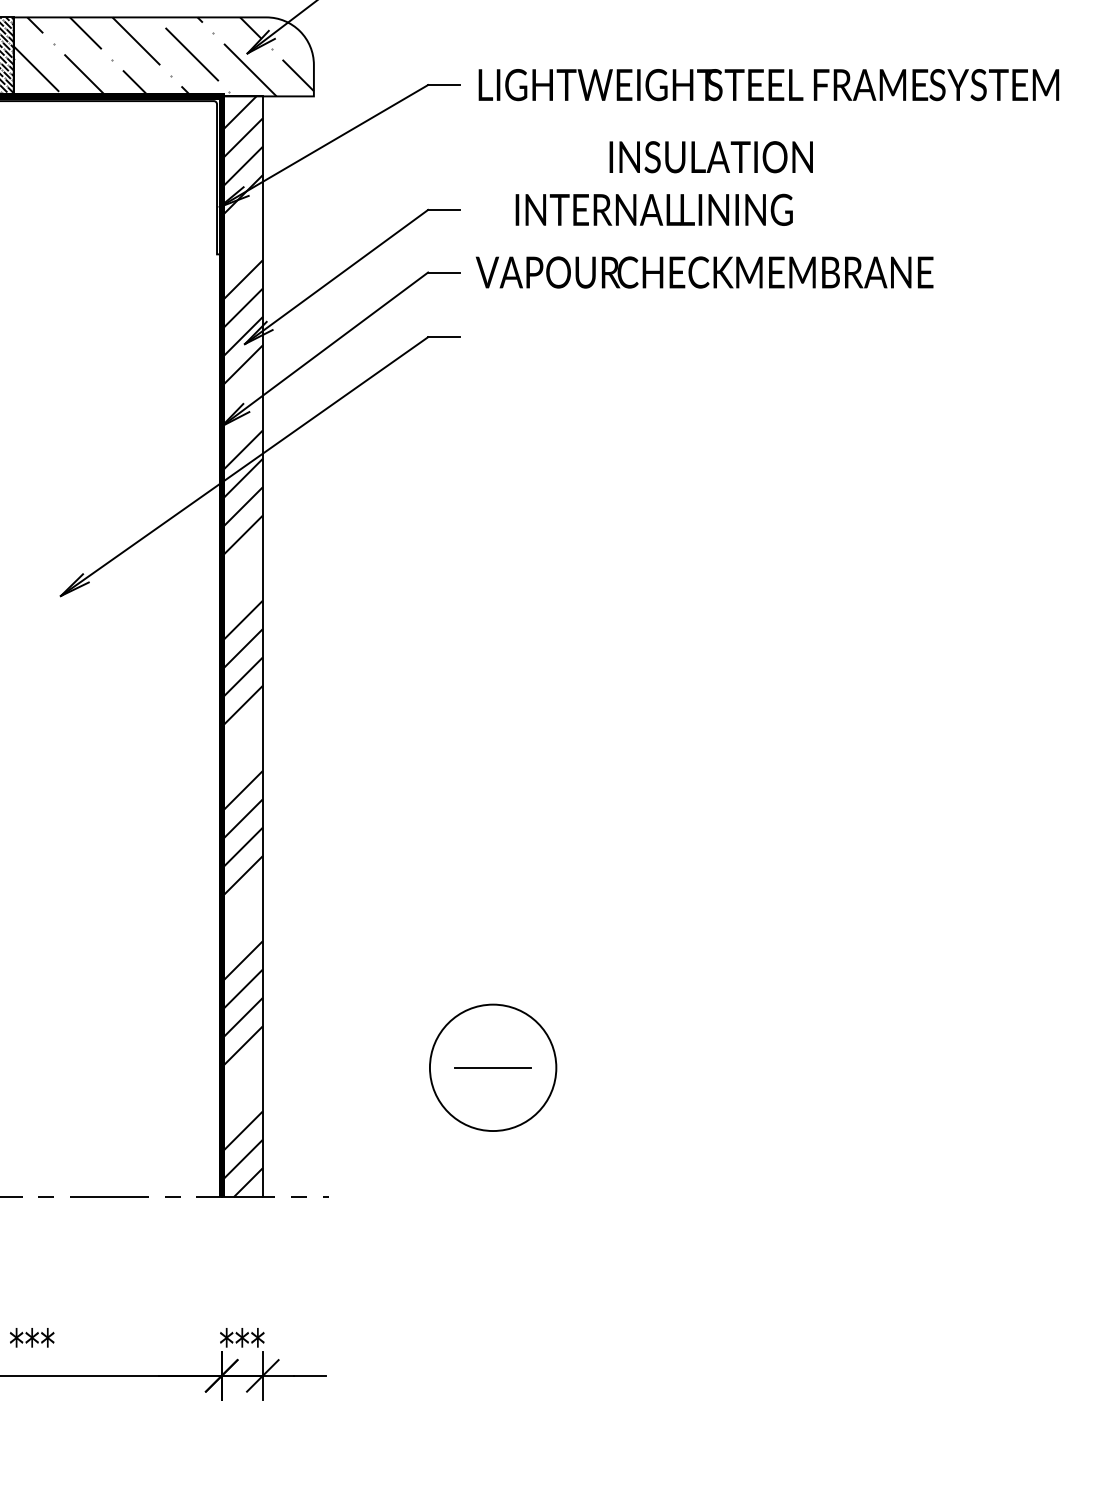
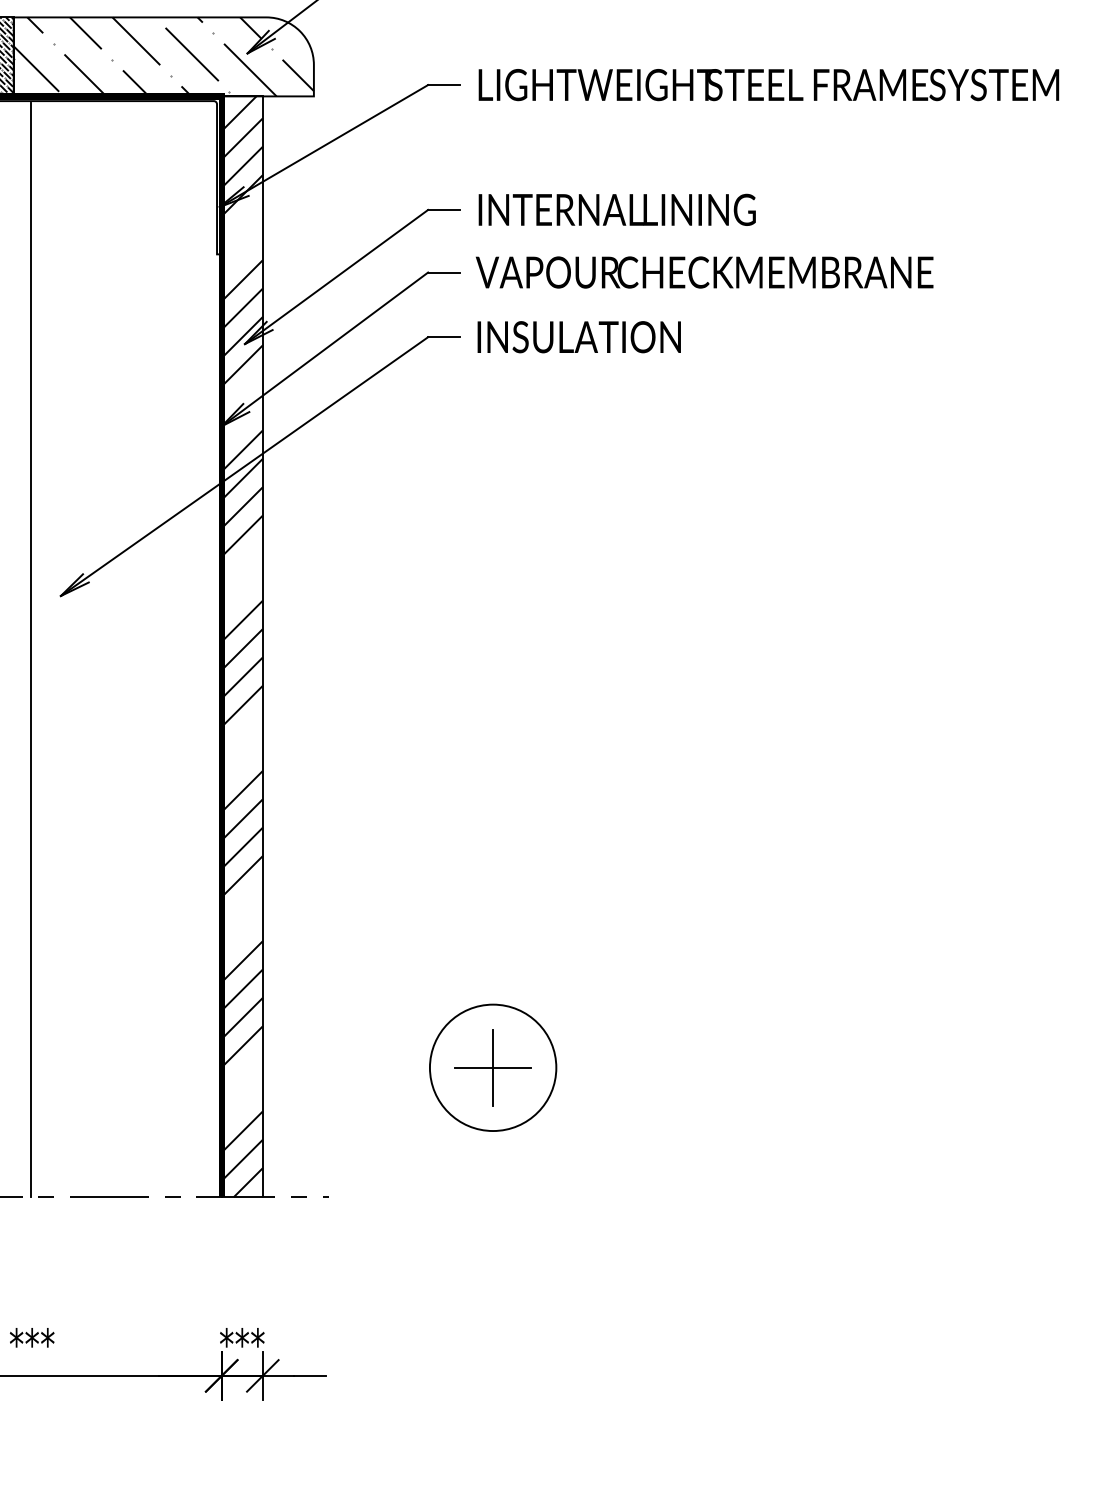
text at (710, 157) position: (710, 157) -> (578, 337)
text at (653, 209) position: (653, 209) -> (616, 209)
line at (31, 649): none -> present
line at (493, 1067): none -> present
